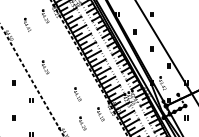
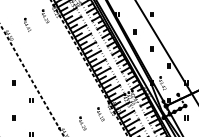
part at (45, 67): present -> none
part at (77, 94): present -> none
